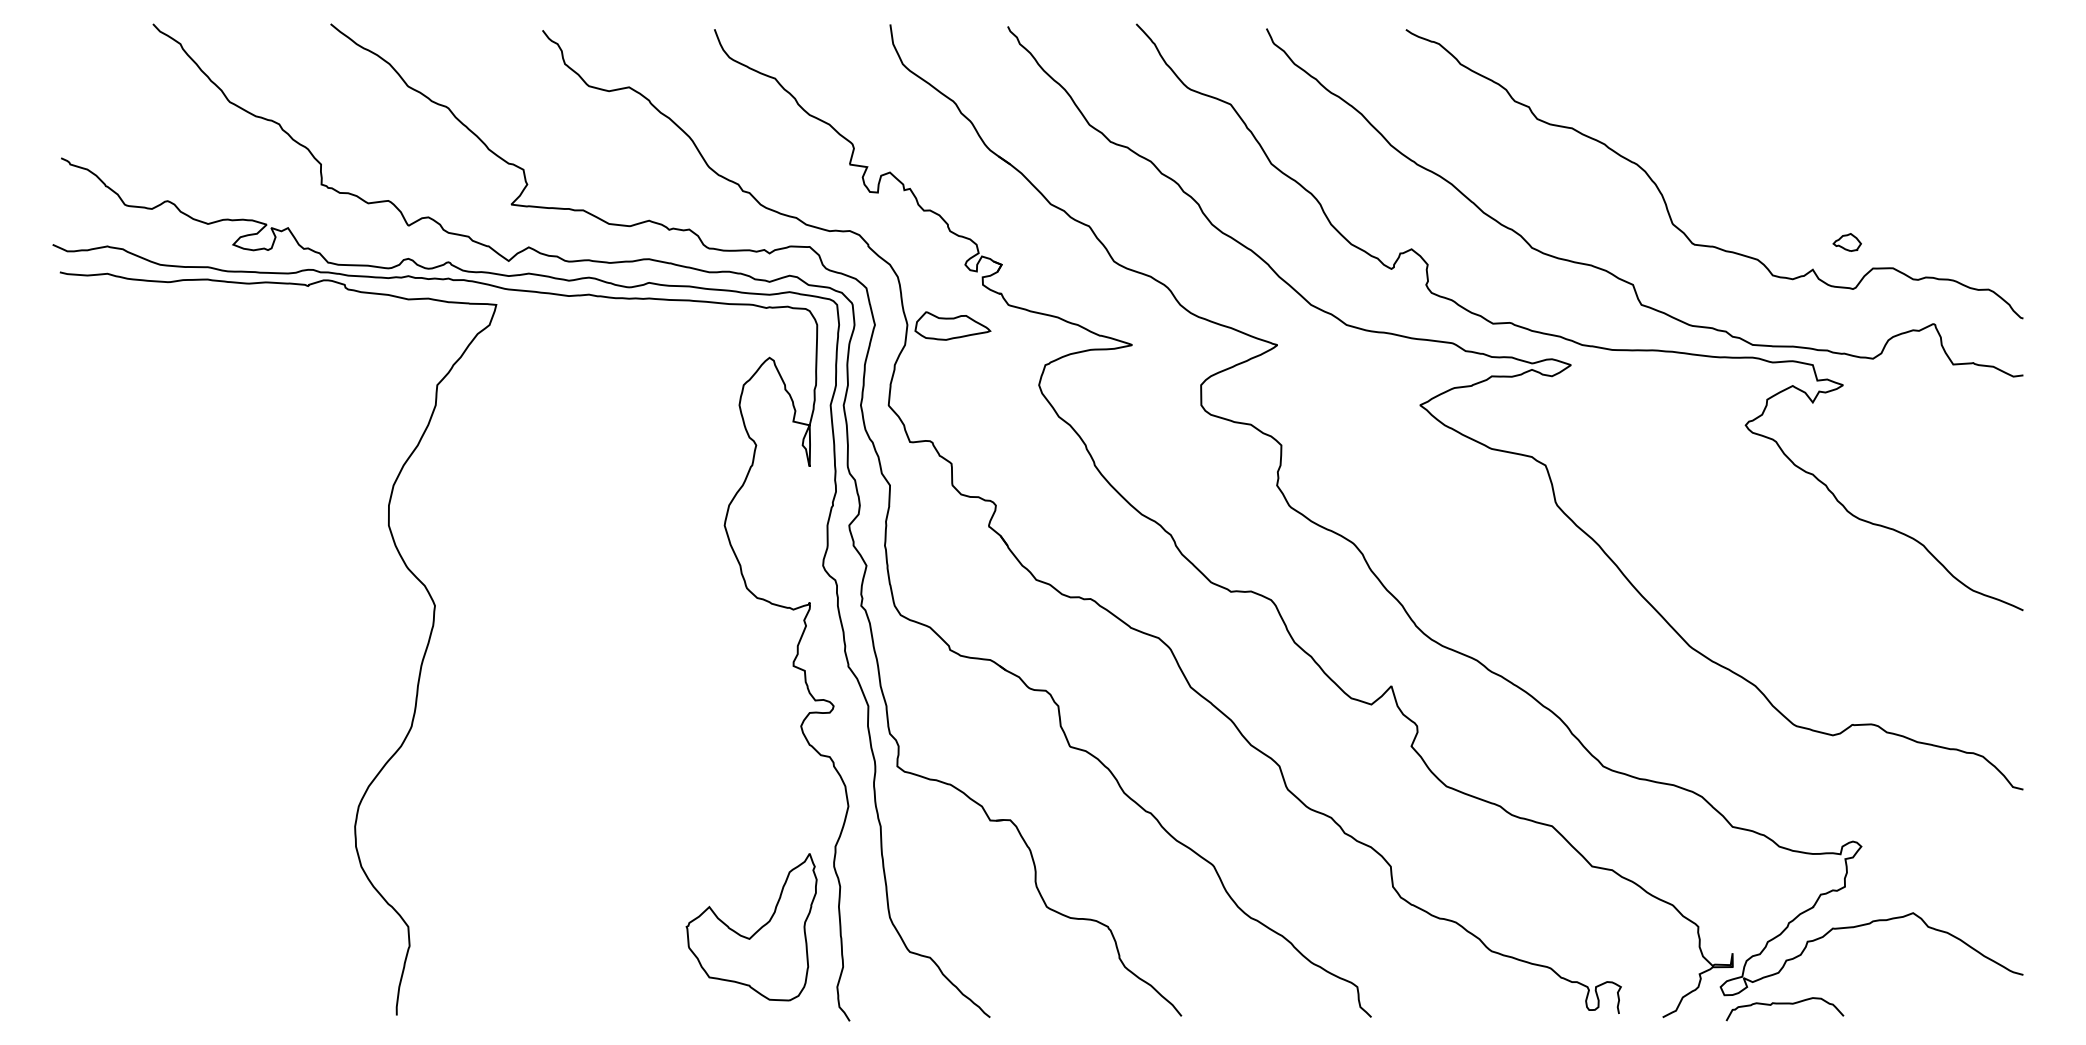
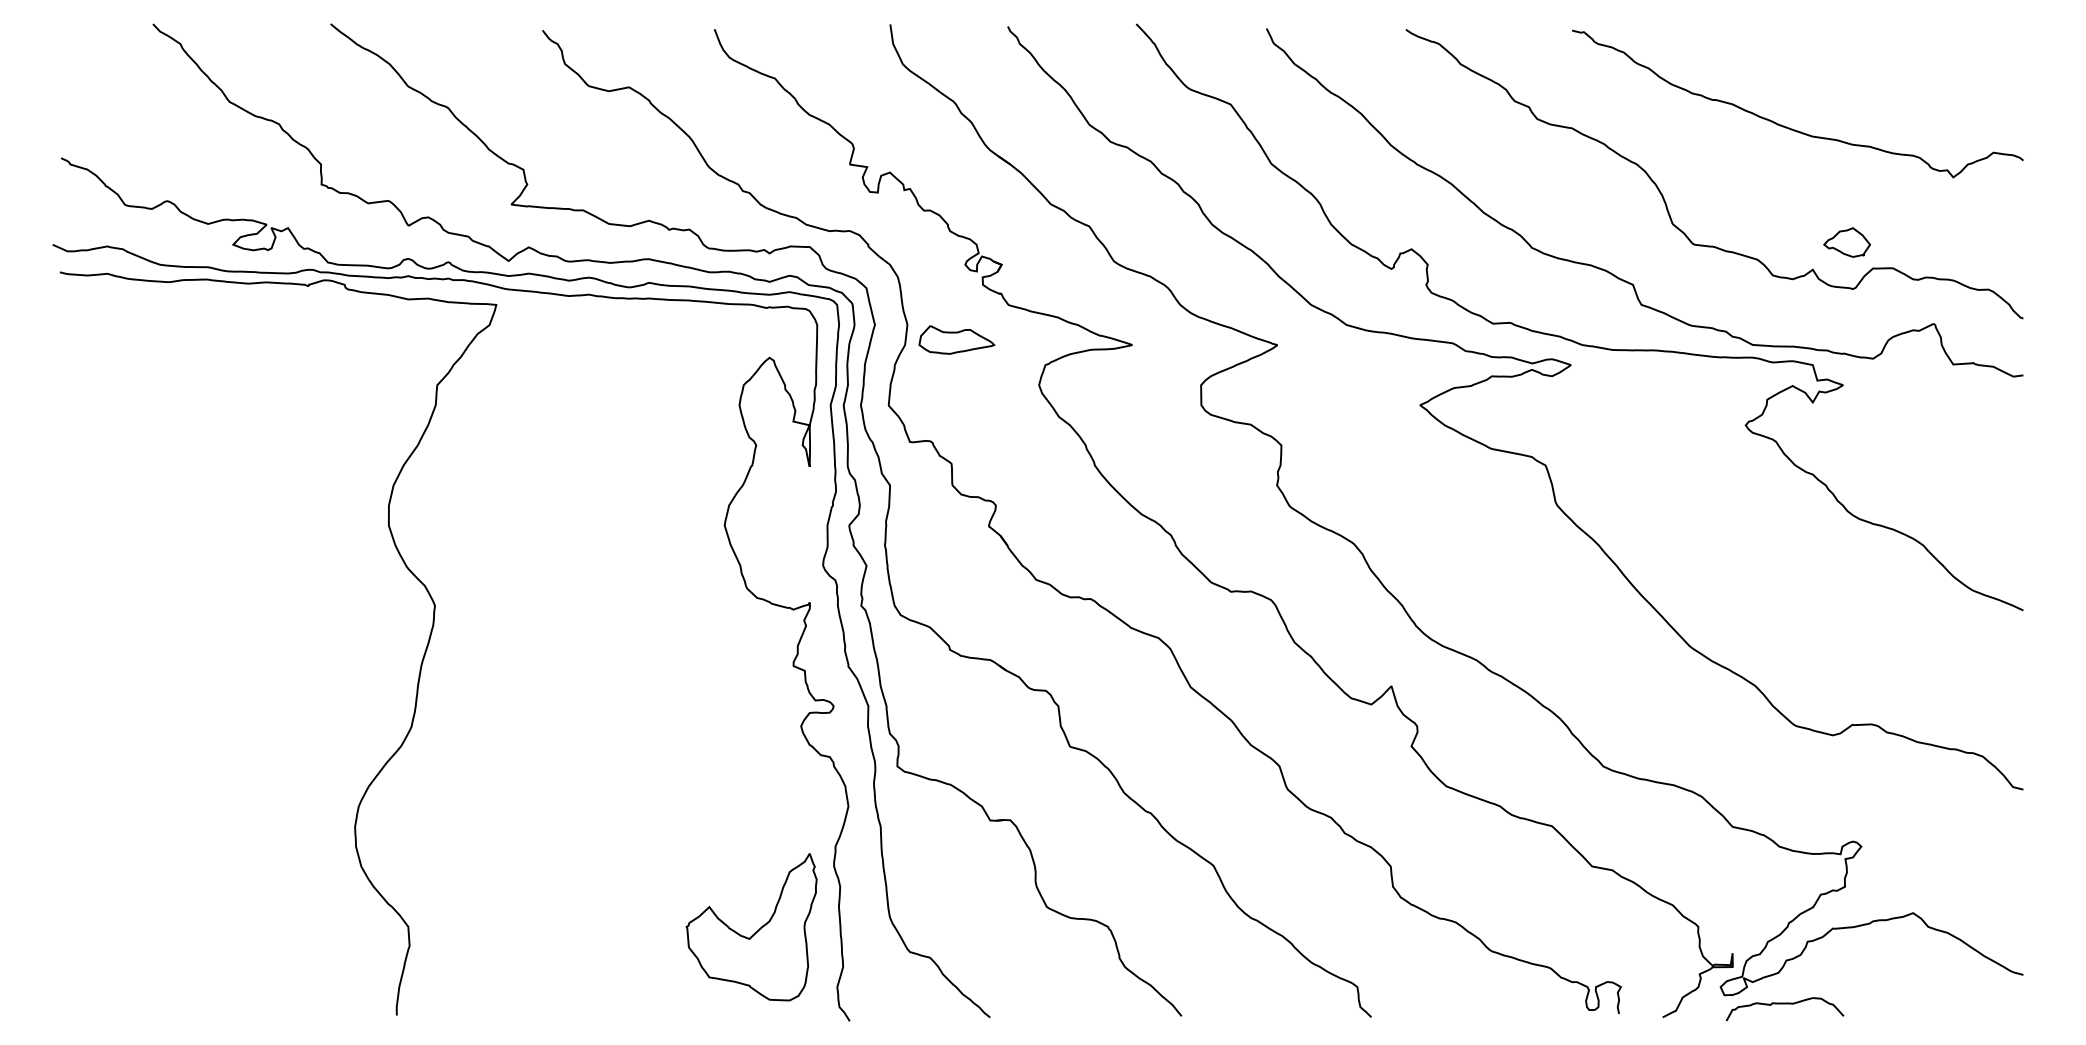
curve at (1789, 127): none -> present
part at (1846, 242) size: 30x19 px -> 49x31 px
part at (952, 325) position: (952, 325) -> (956, 339)
